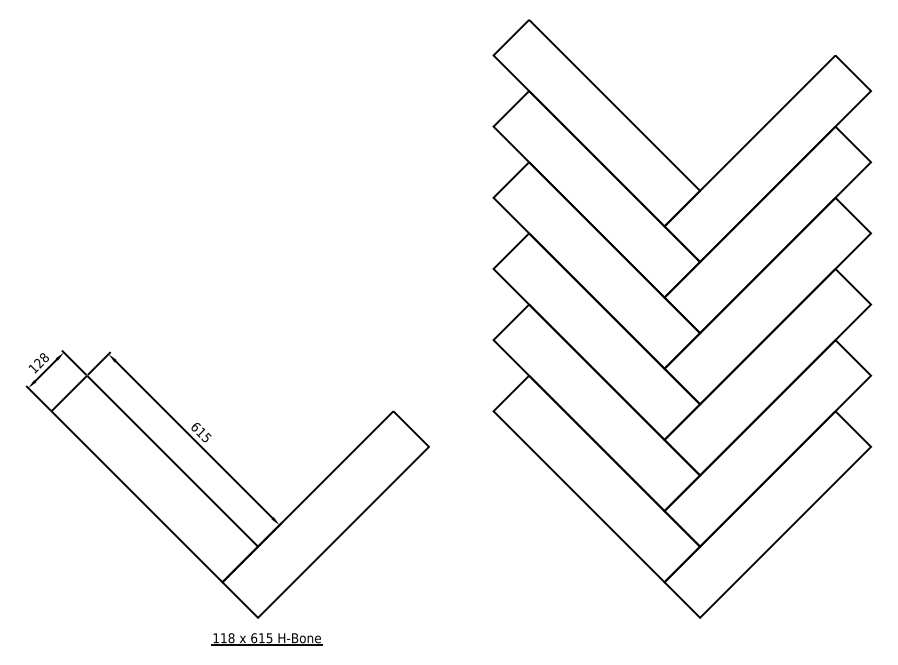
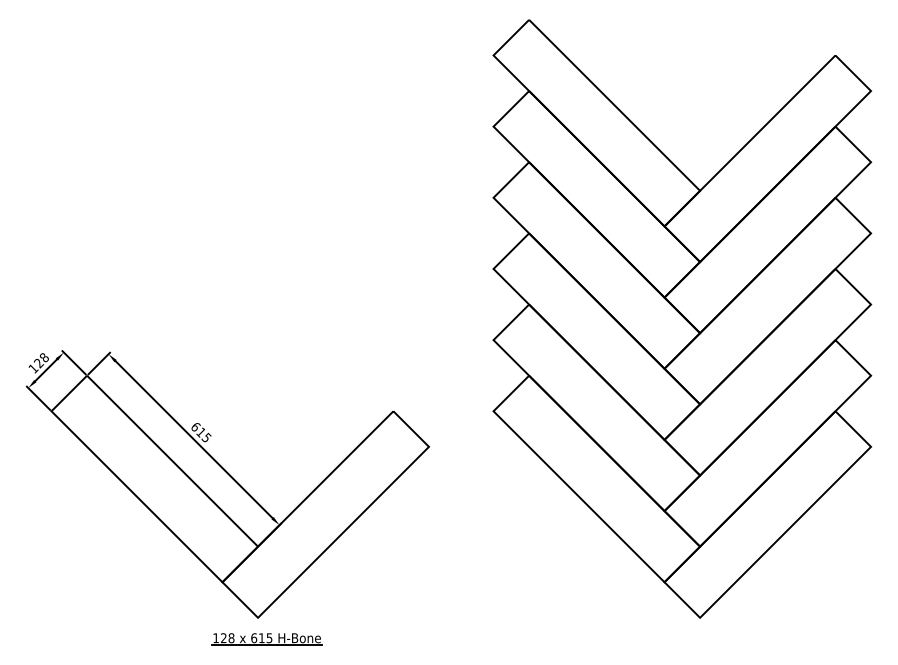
text at (223, 637): 118 -> 128
